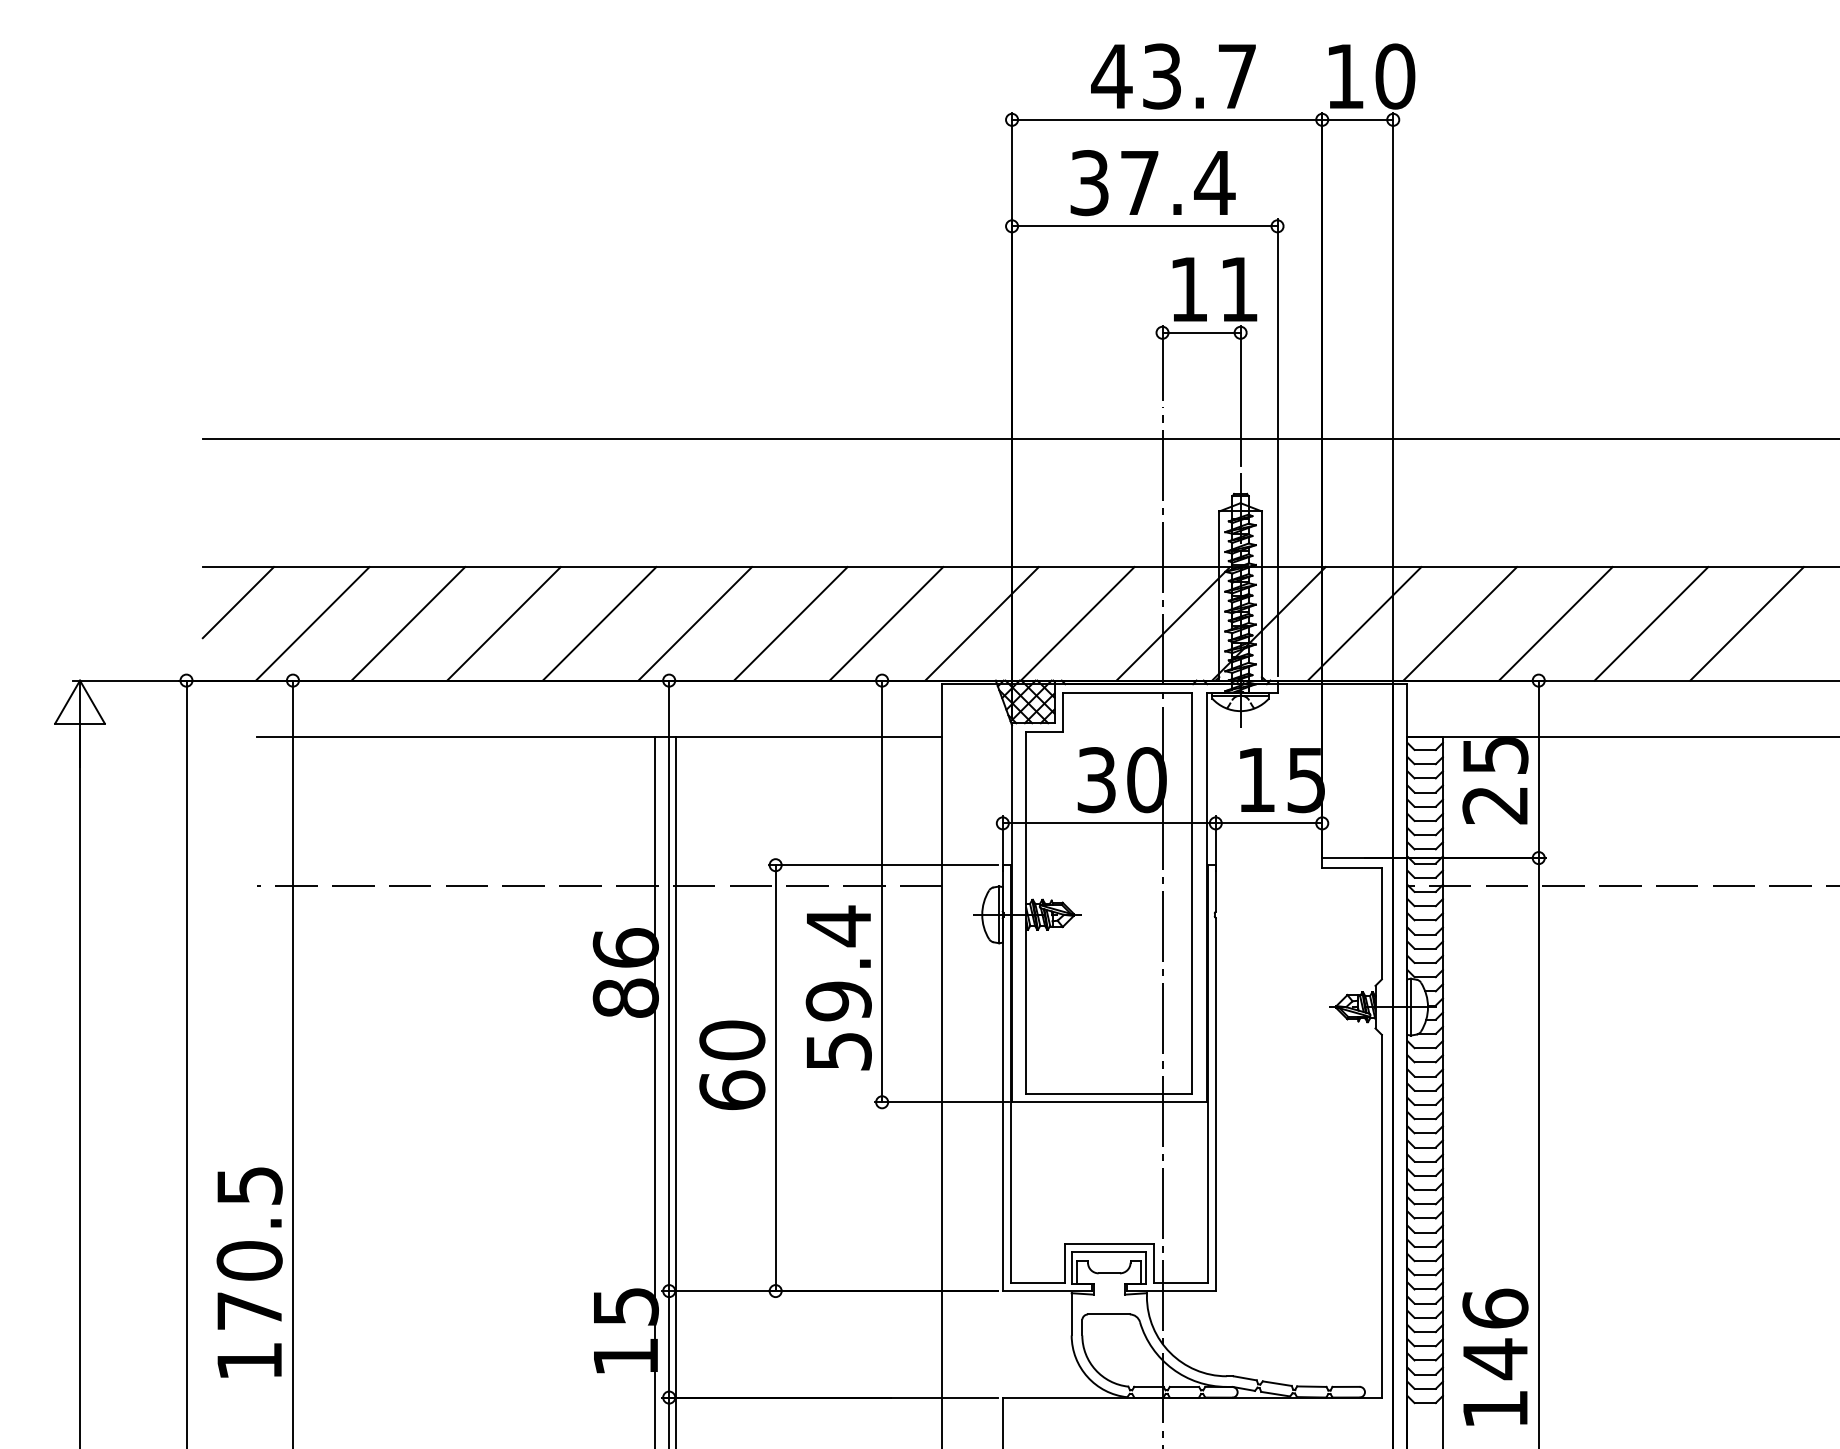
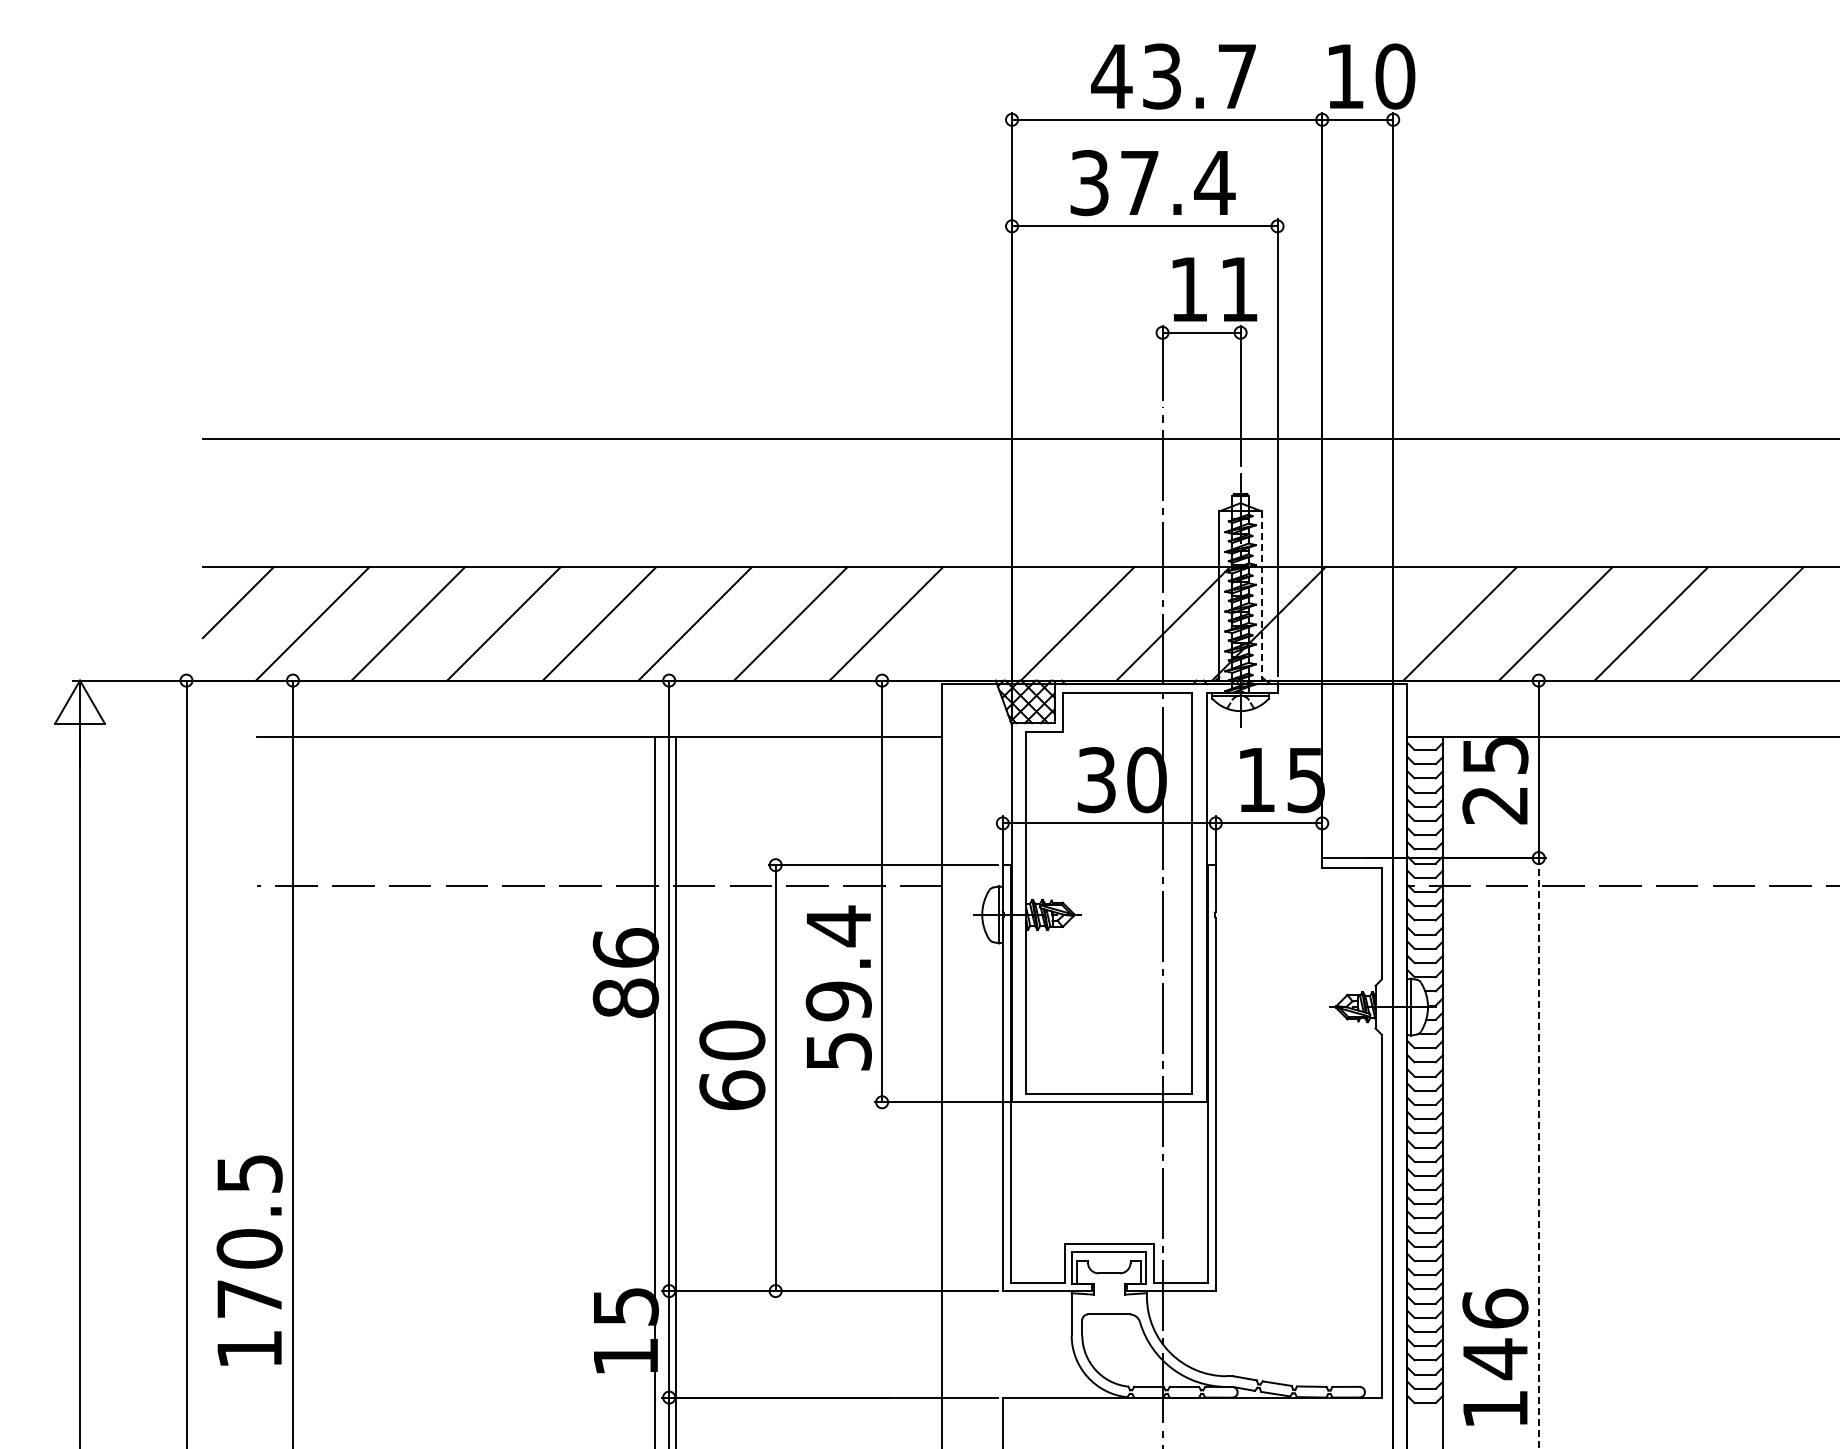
line at (1261, 596): solid -> dashed
line at (981, 623): present -> none
line at (1364, 623): present -> none
line at (1538, 1153): solid -> dashed
text at (249, 1272) position: (249, 1272) -> (249, 1260)
